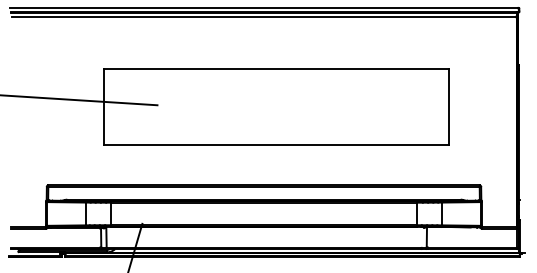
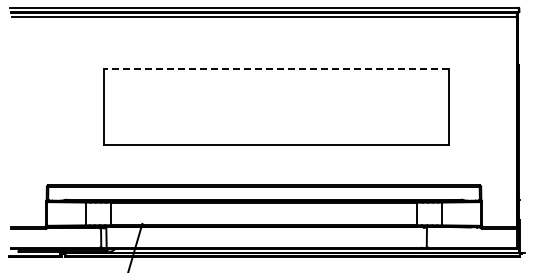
line at (276, 69): solid -> dashed
line at (79, 100): present -> none
